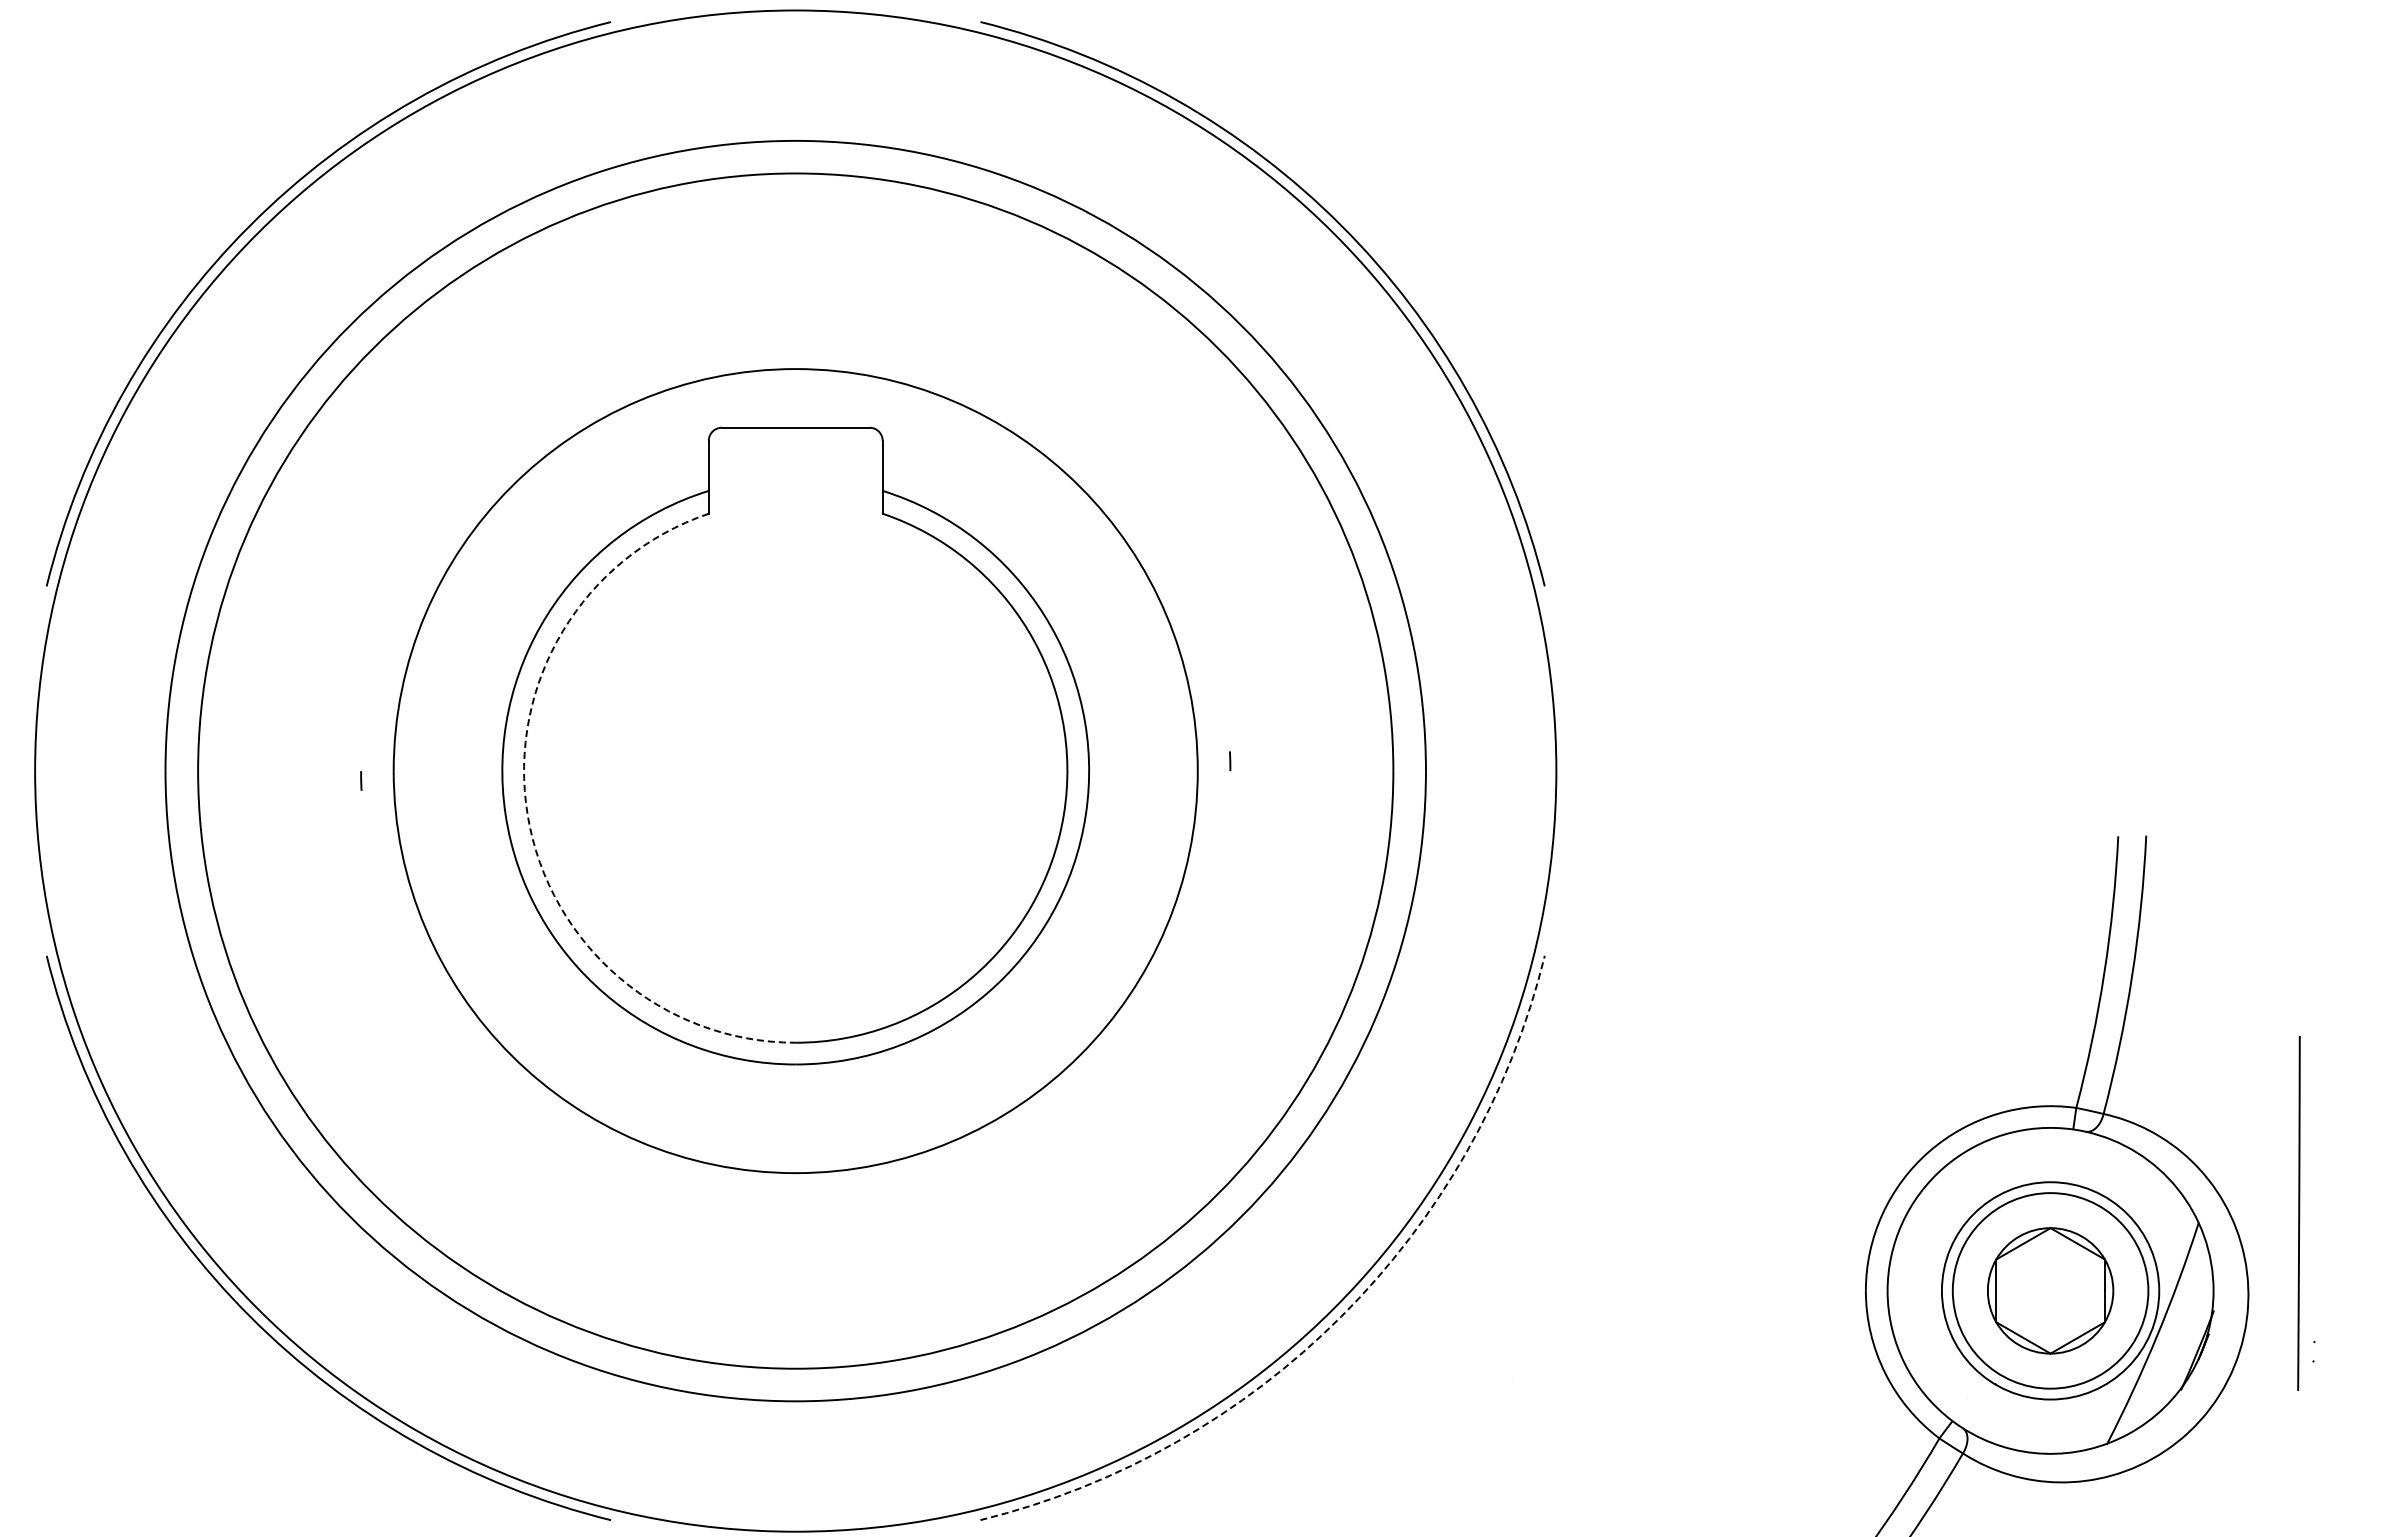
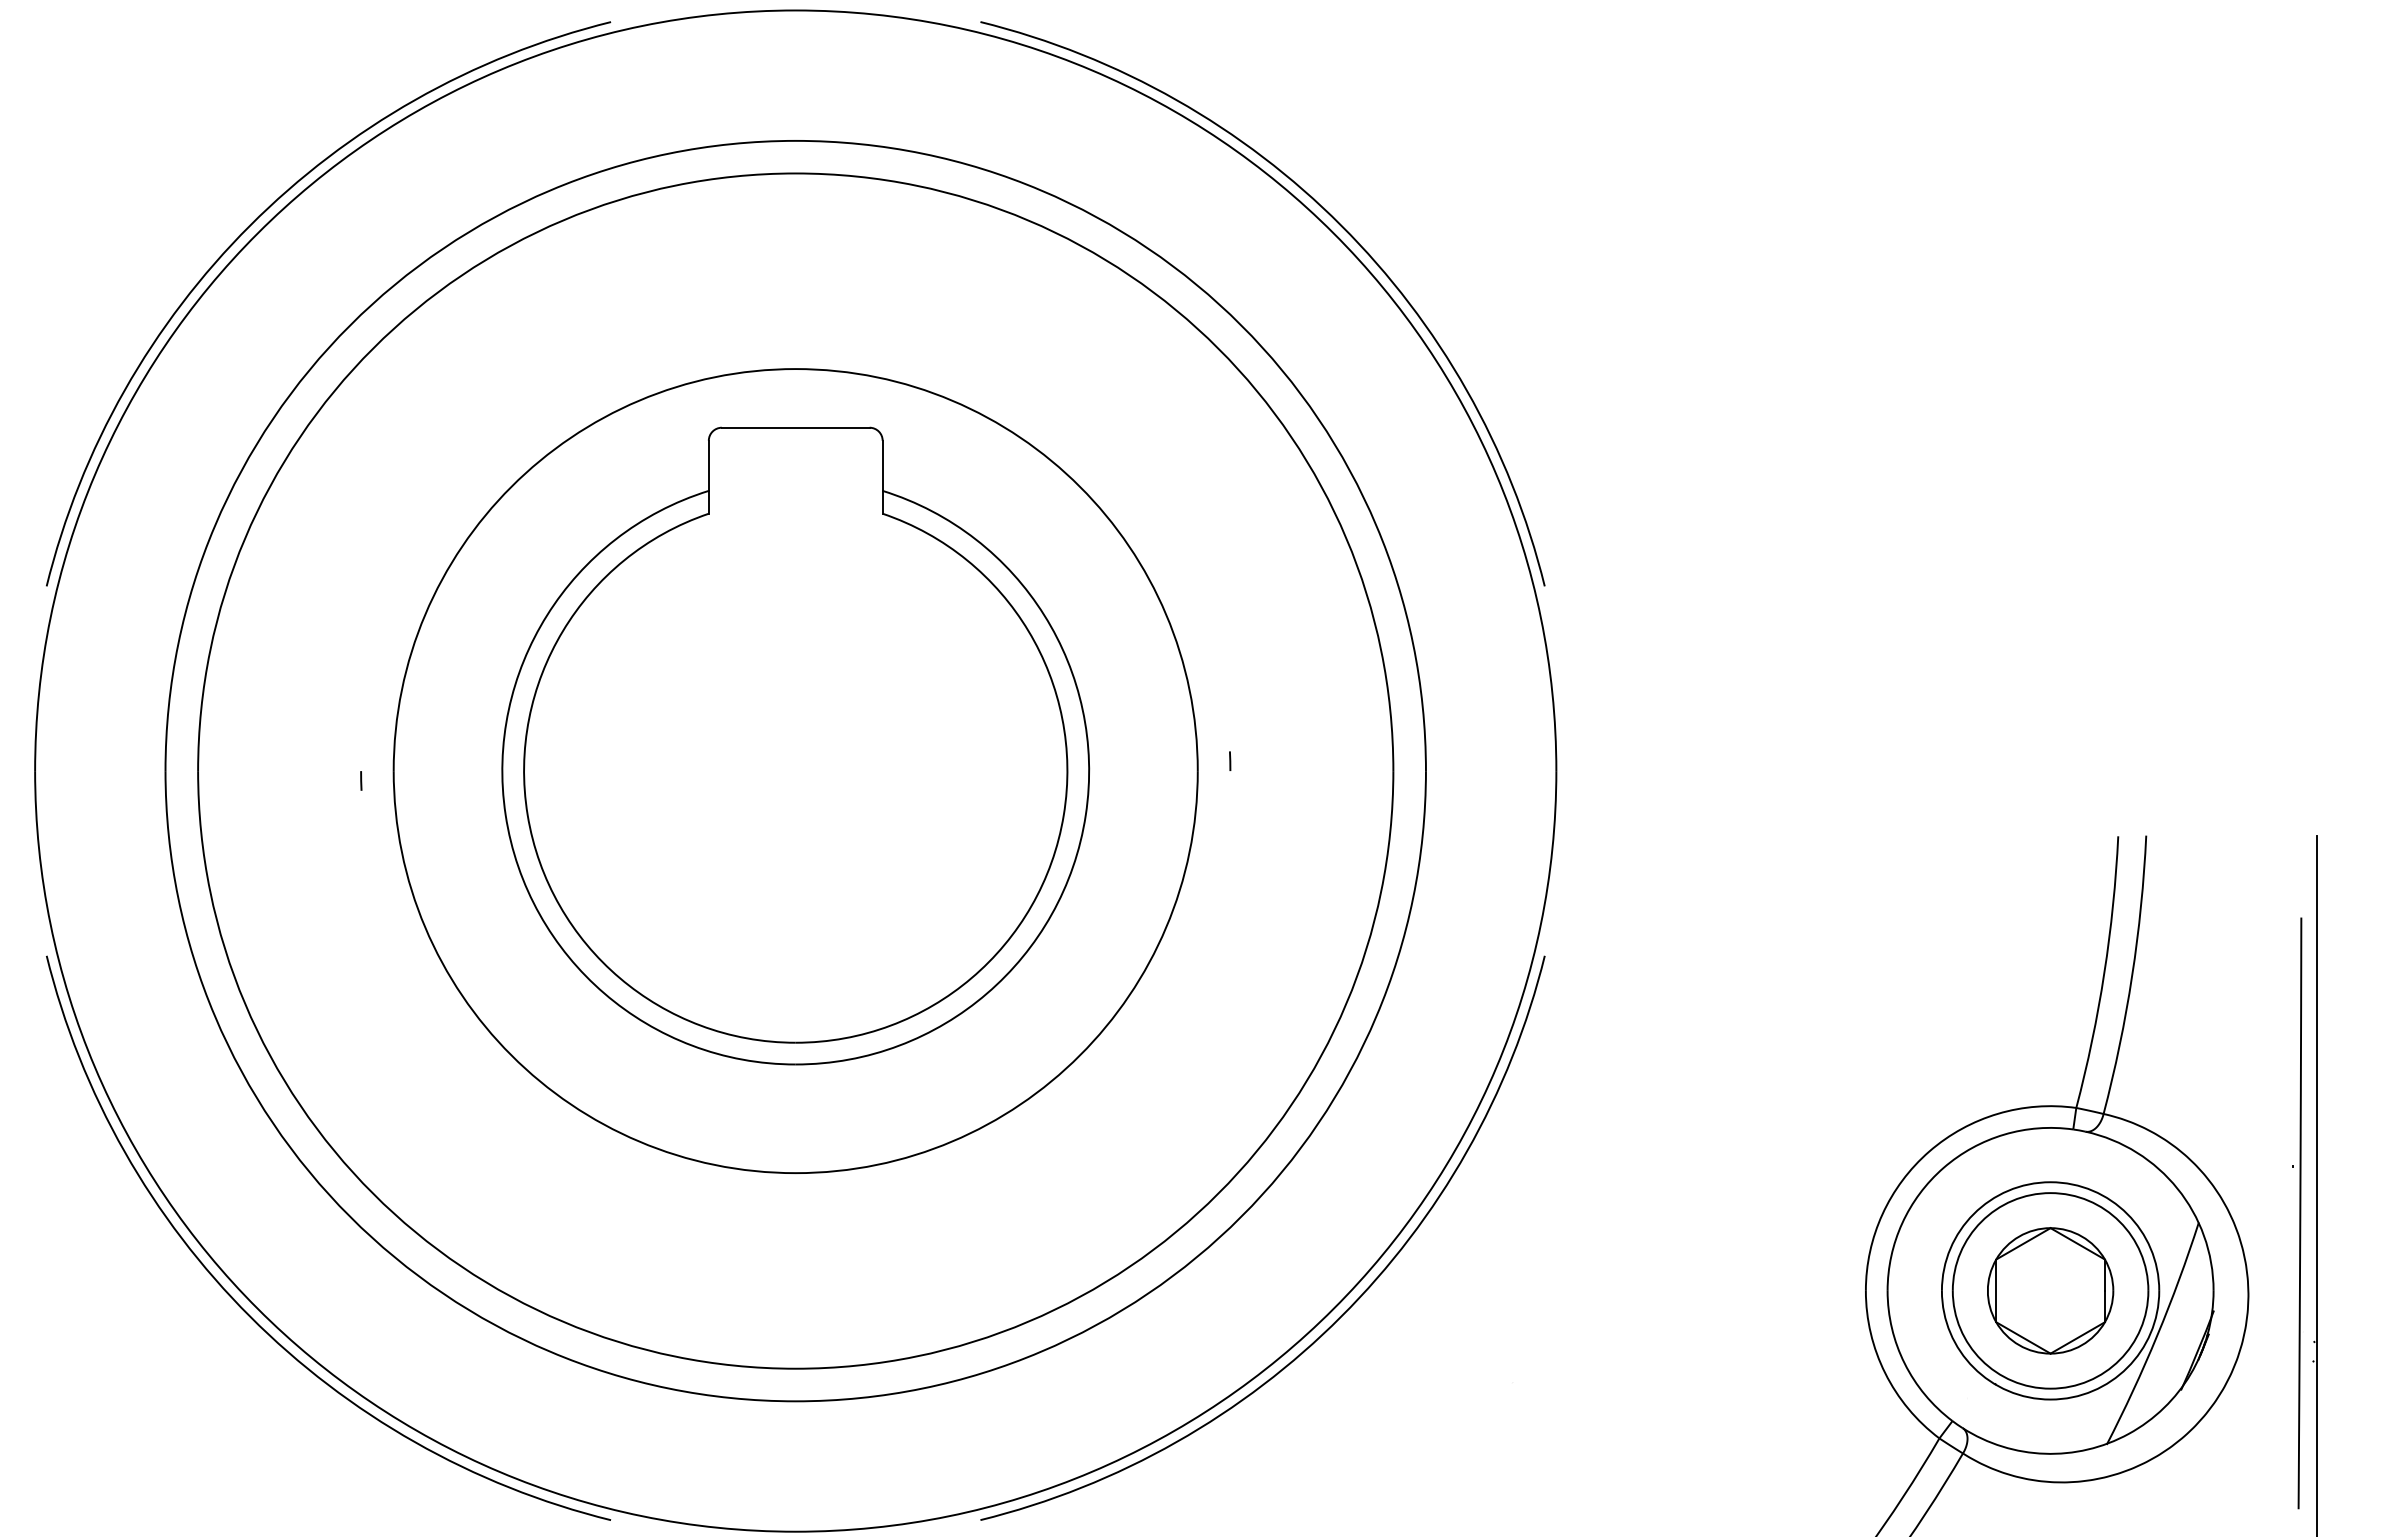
arc at (527, 815): dashed -> solid
line at (2316, 1184): none -> present
part at (2298, 1213) size: 4x355 px -> 11x593 px
arc at (1341, 1316): dashed -> solid
